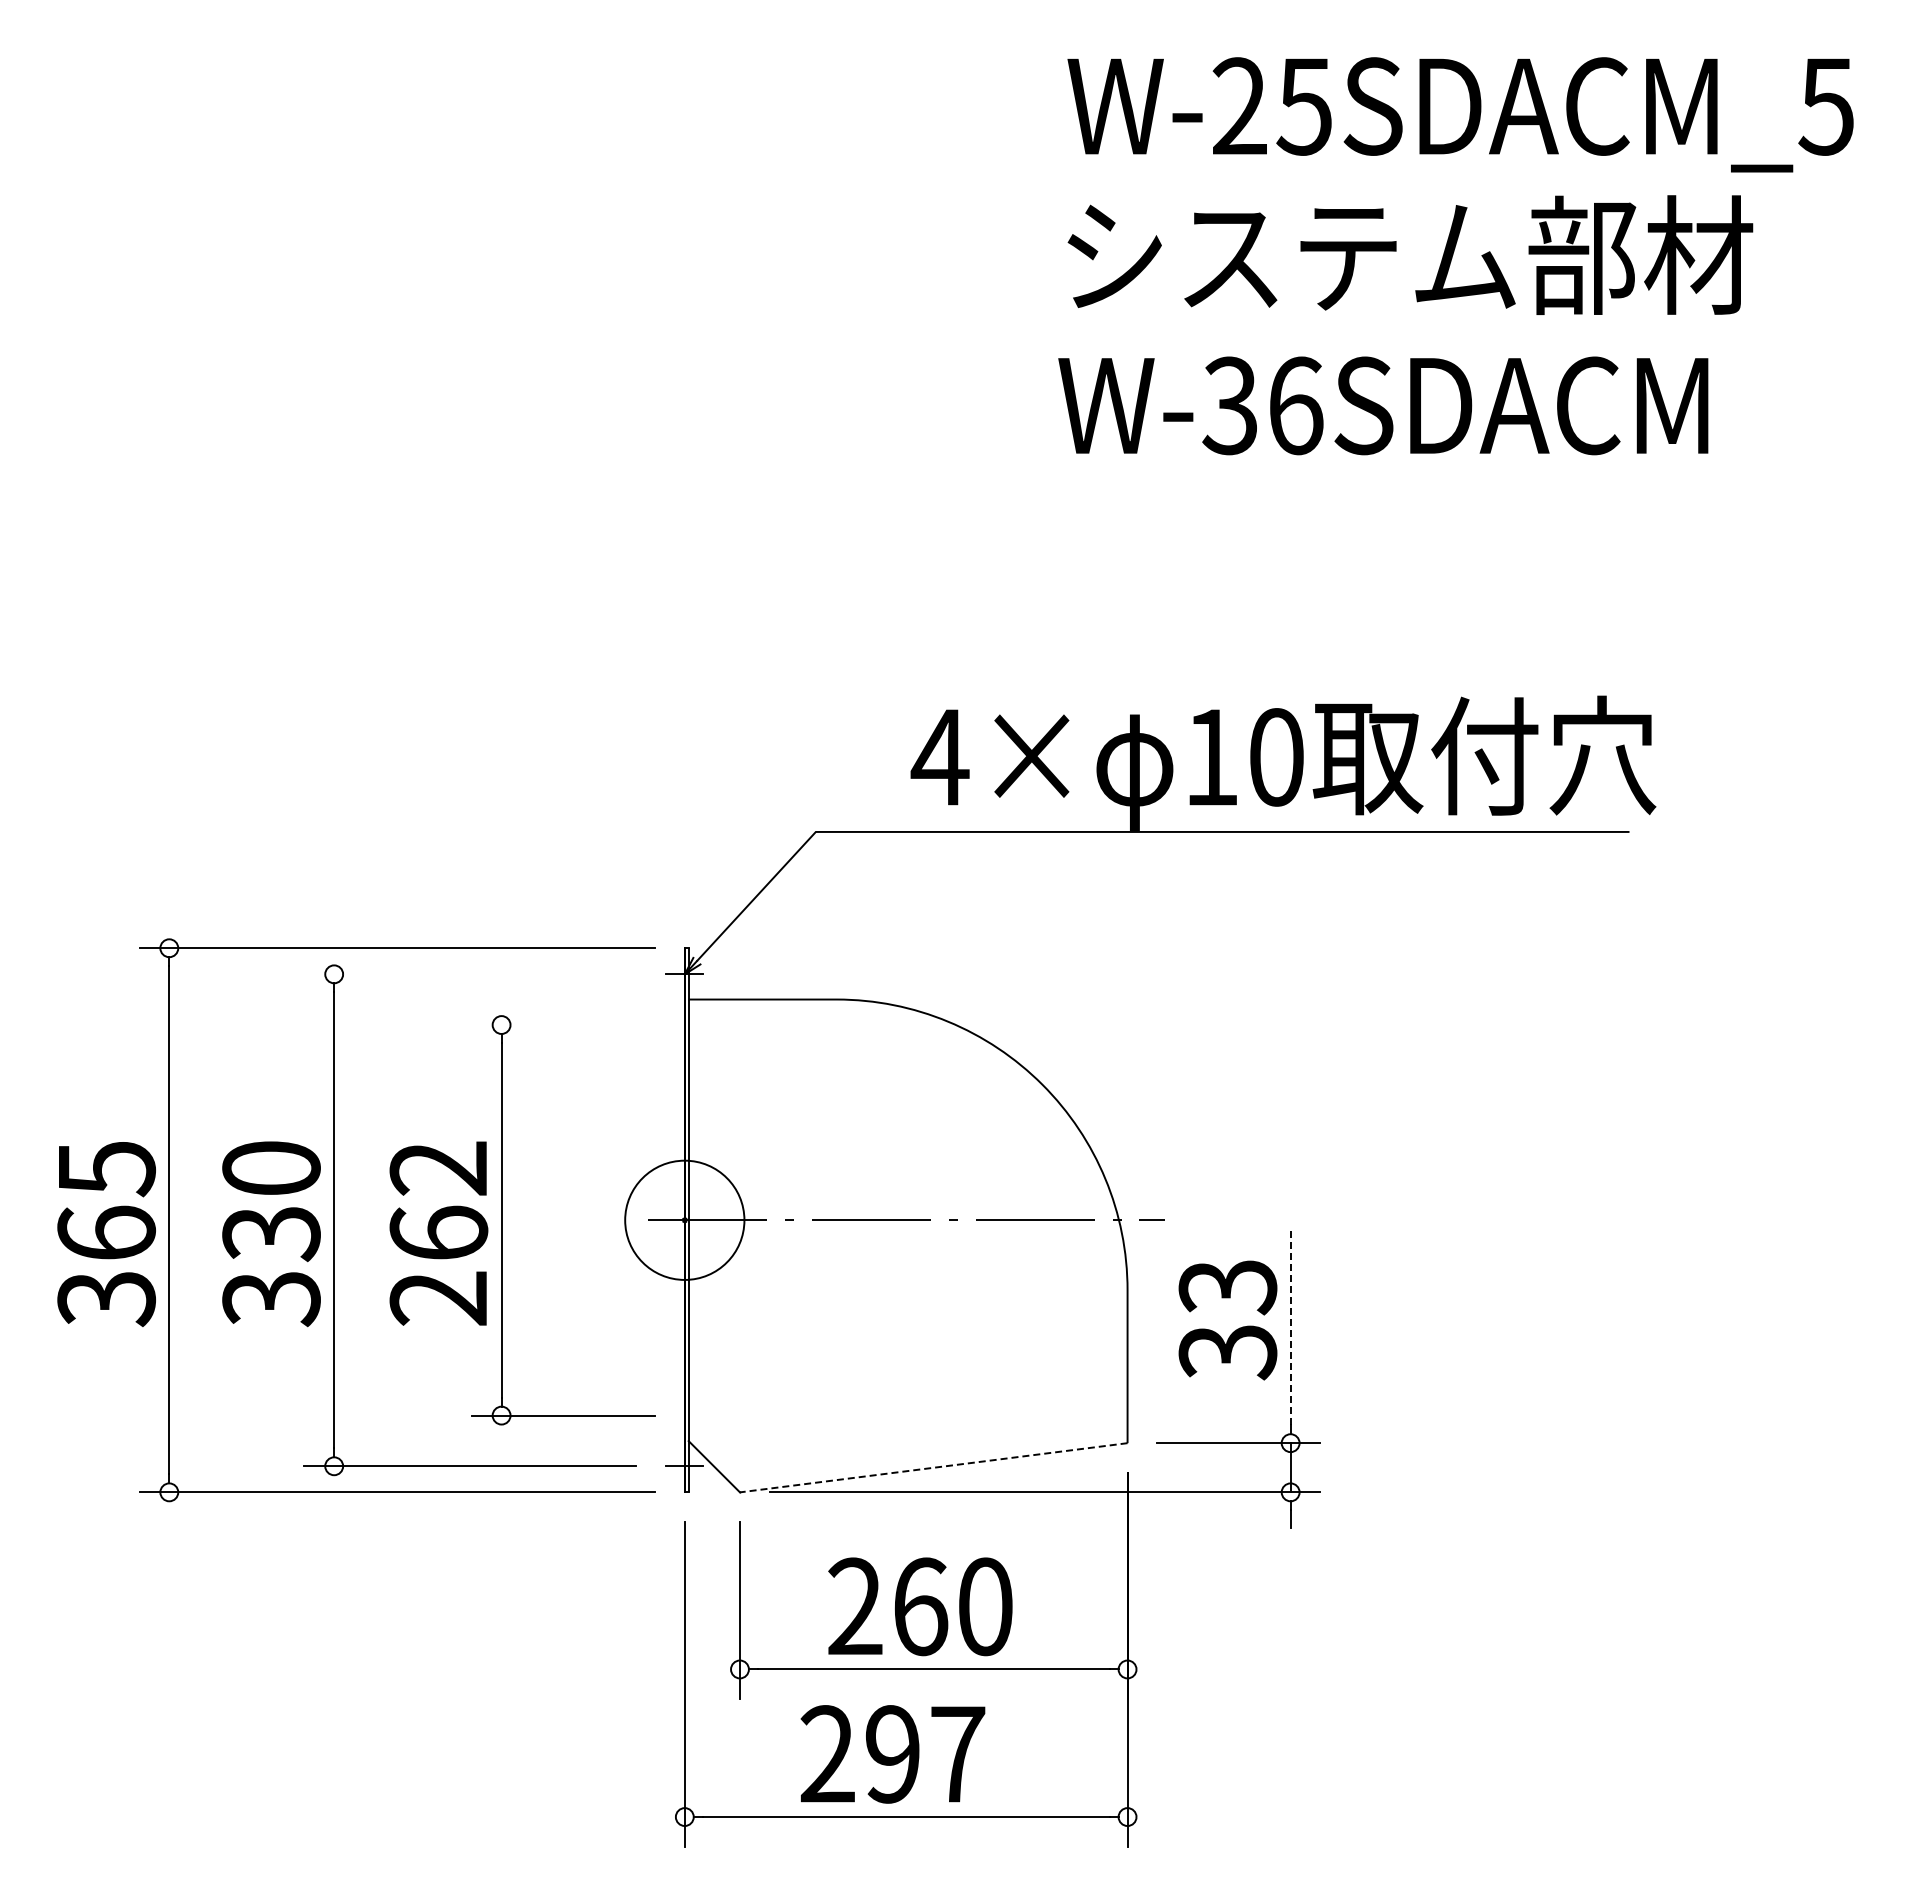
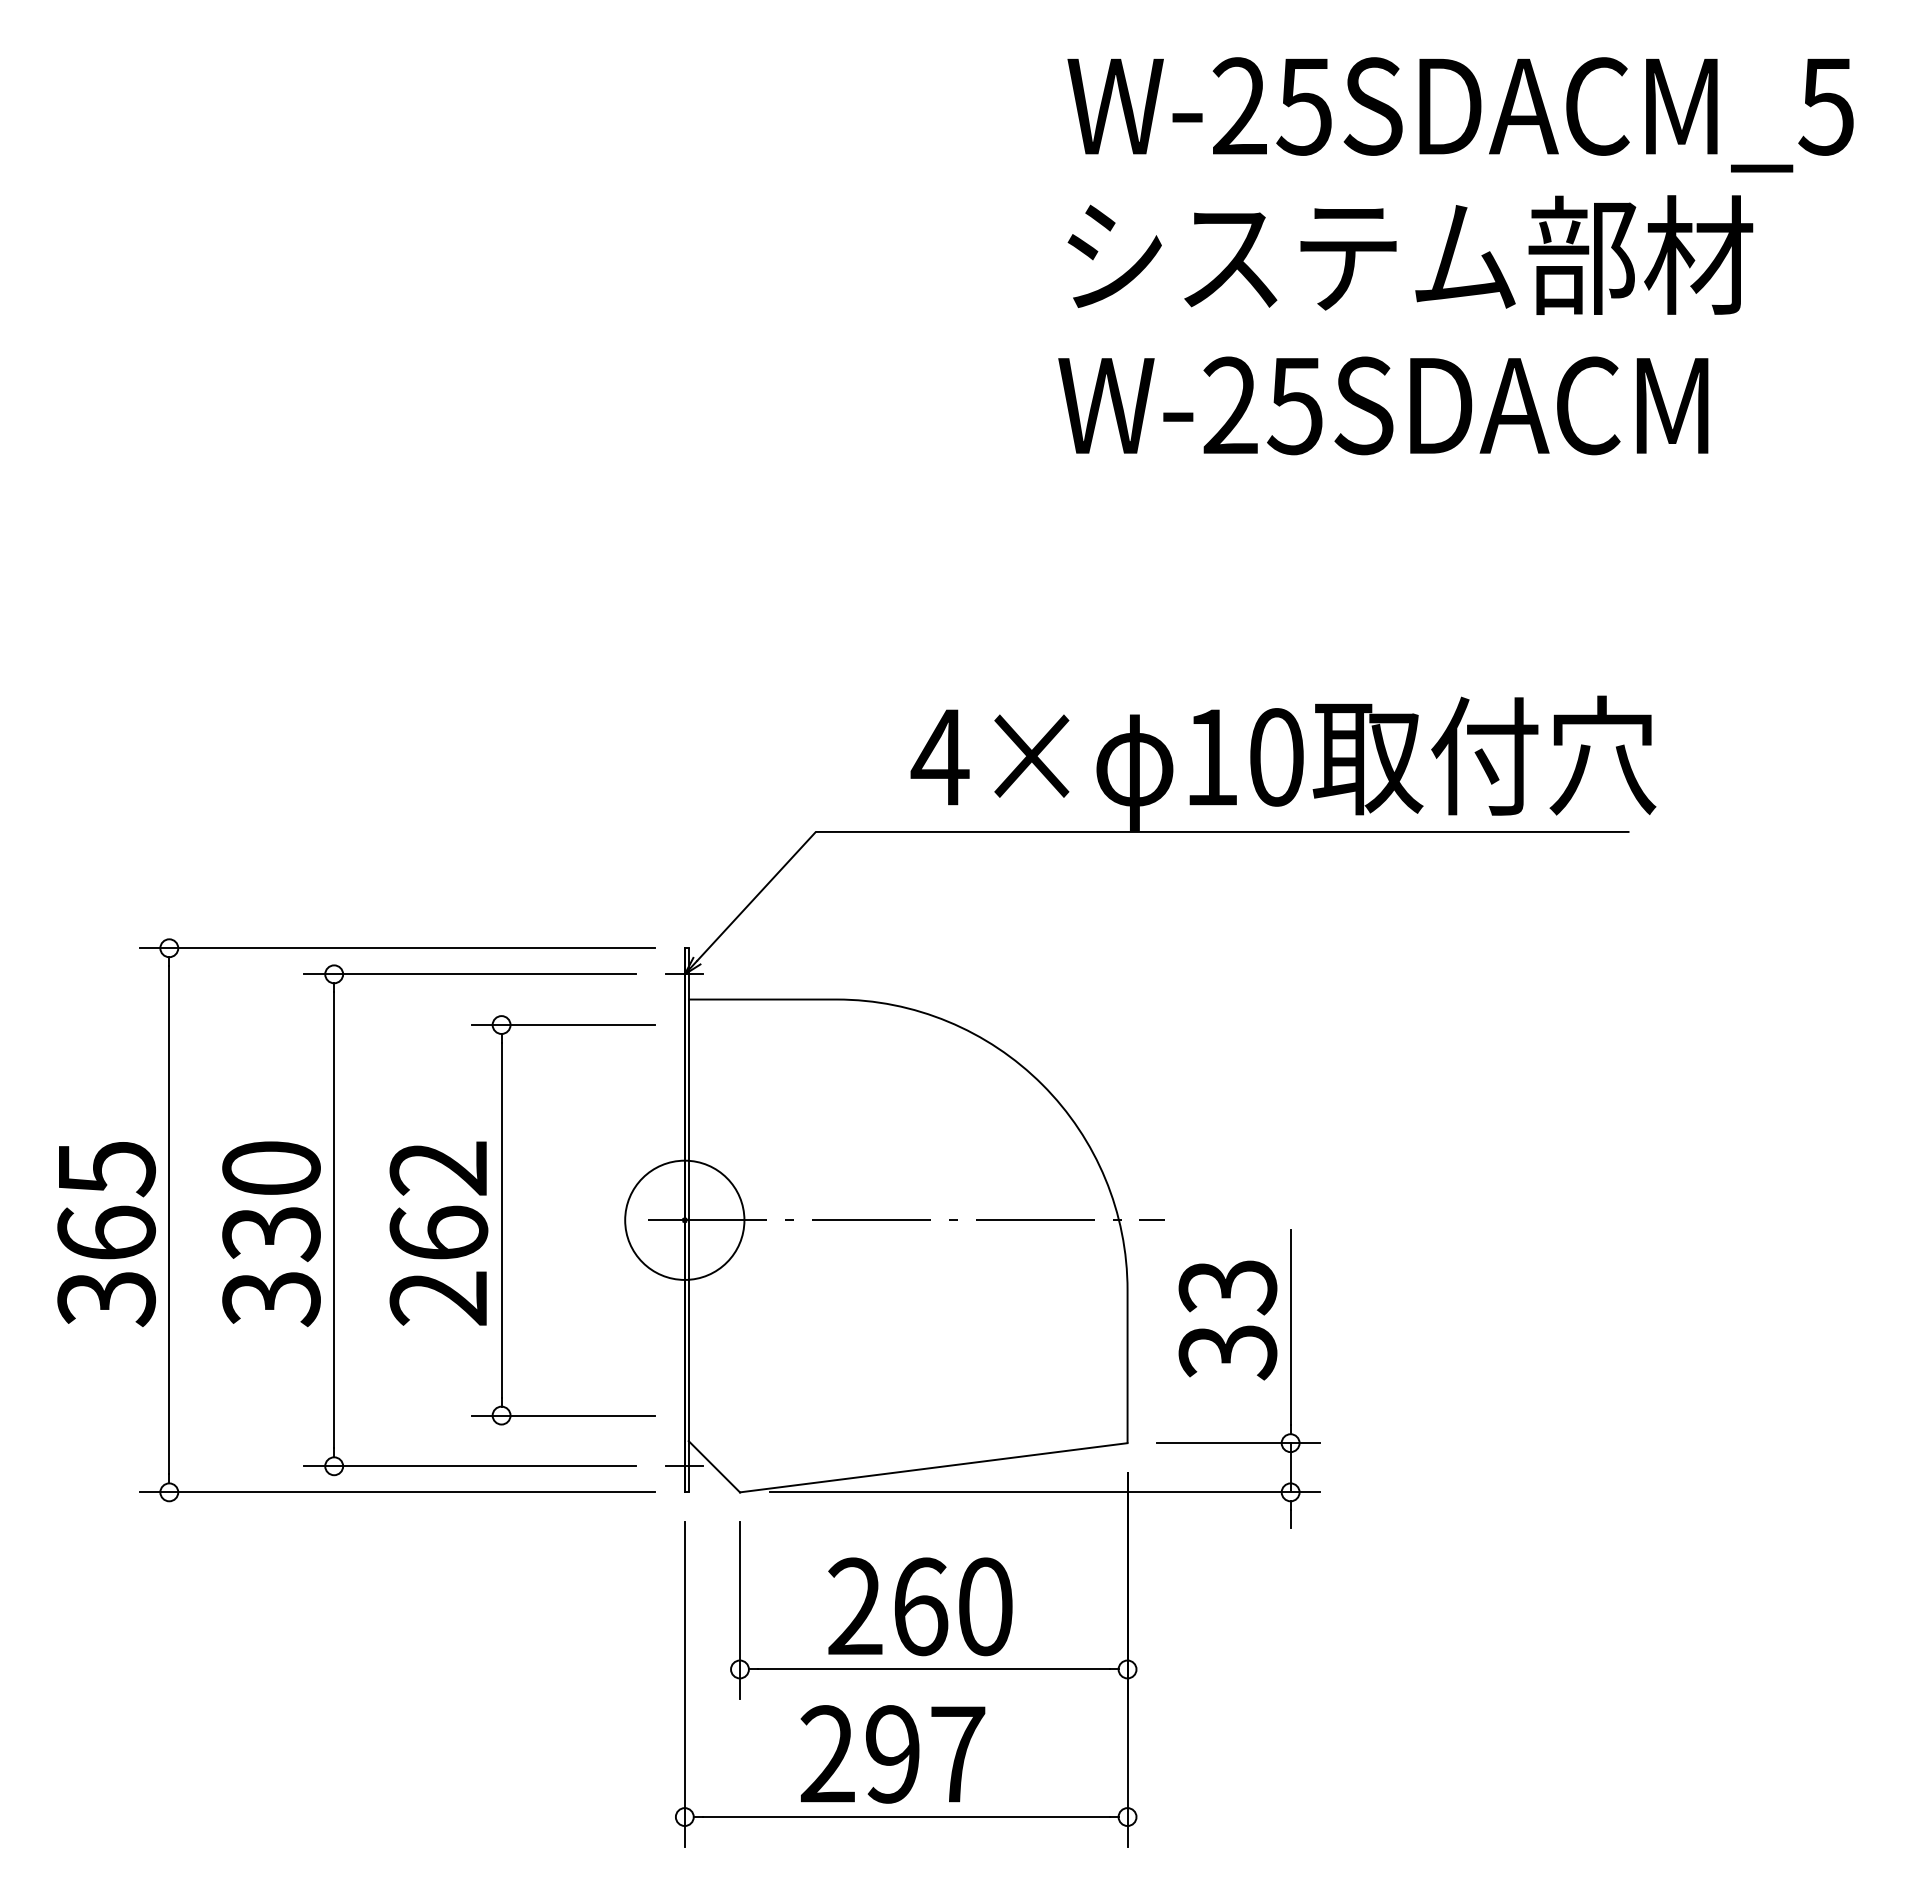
text at (1262, 405): W-36SDACM -> W-25SDACM
line at (470, 974): none -> present
line at (563, 1025): none -> present
line at (1290, 1327): dashed -> solid
line at (933, 1467): dashed -> solid
